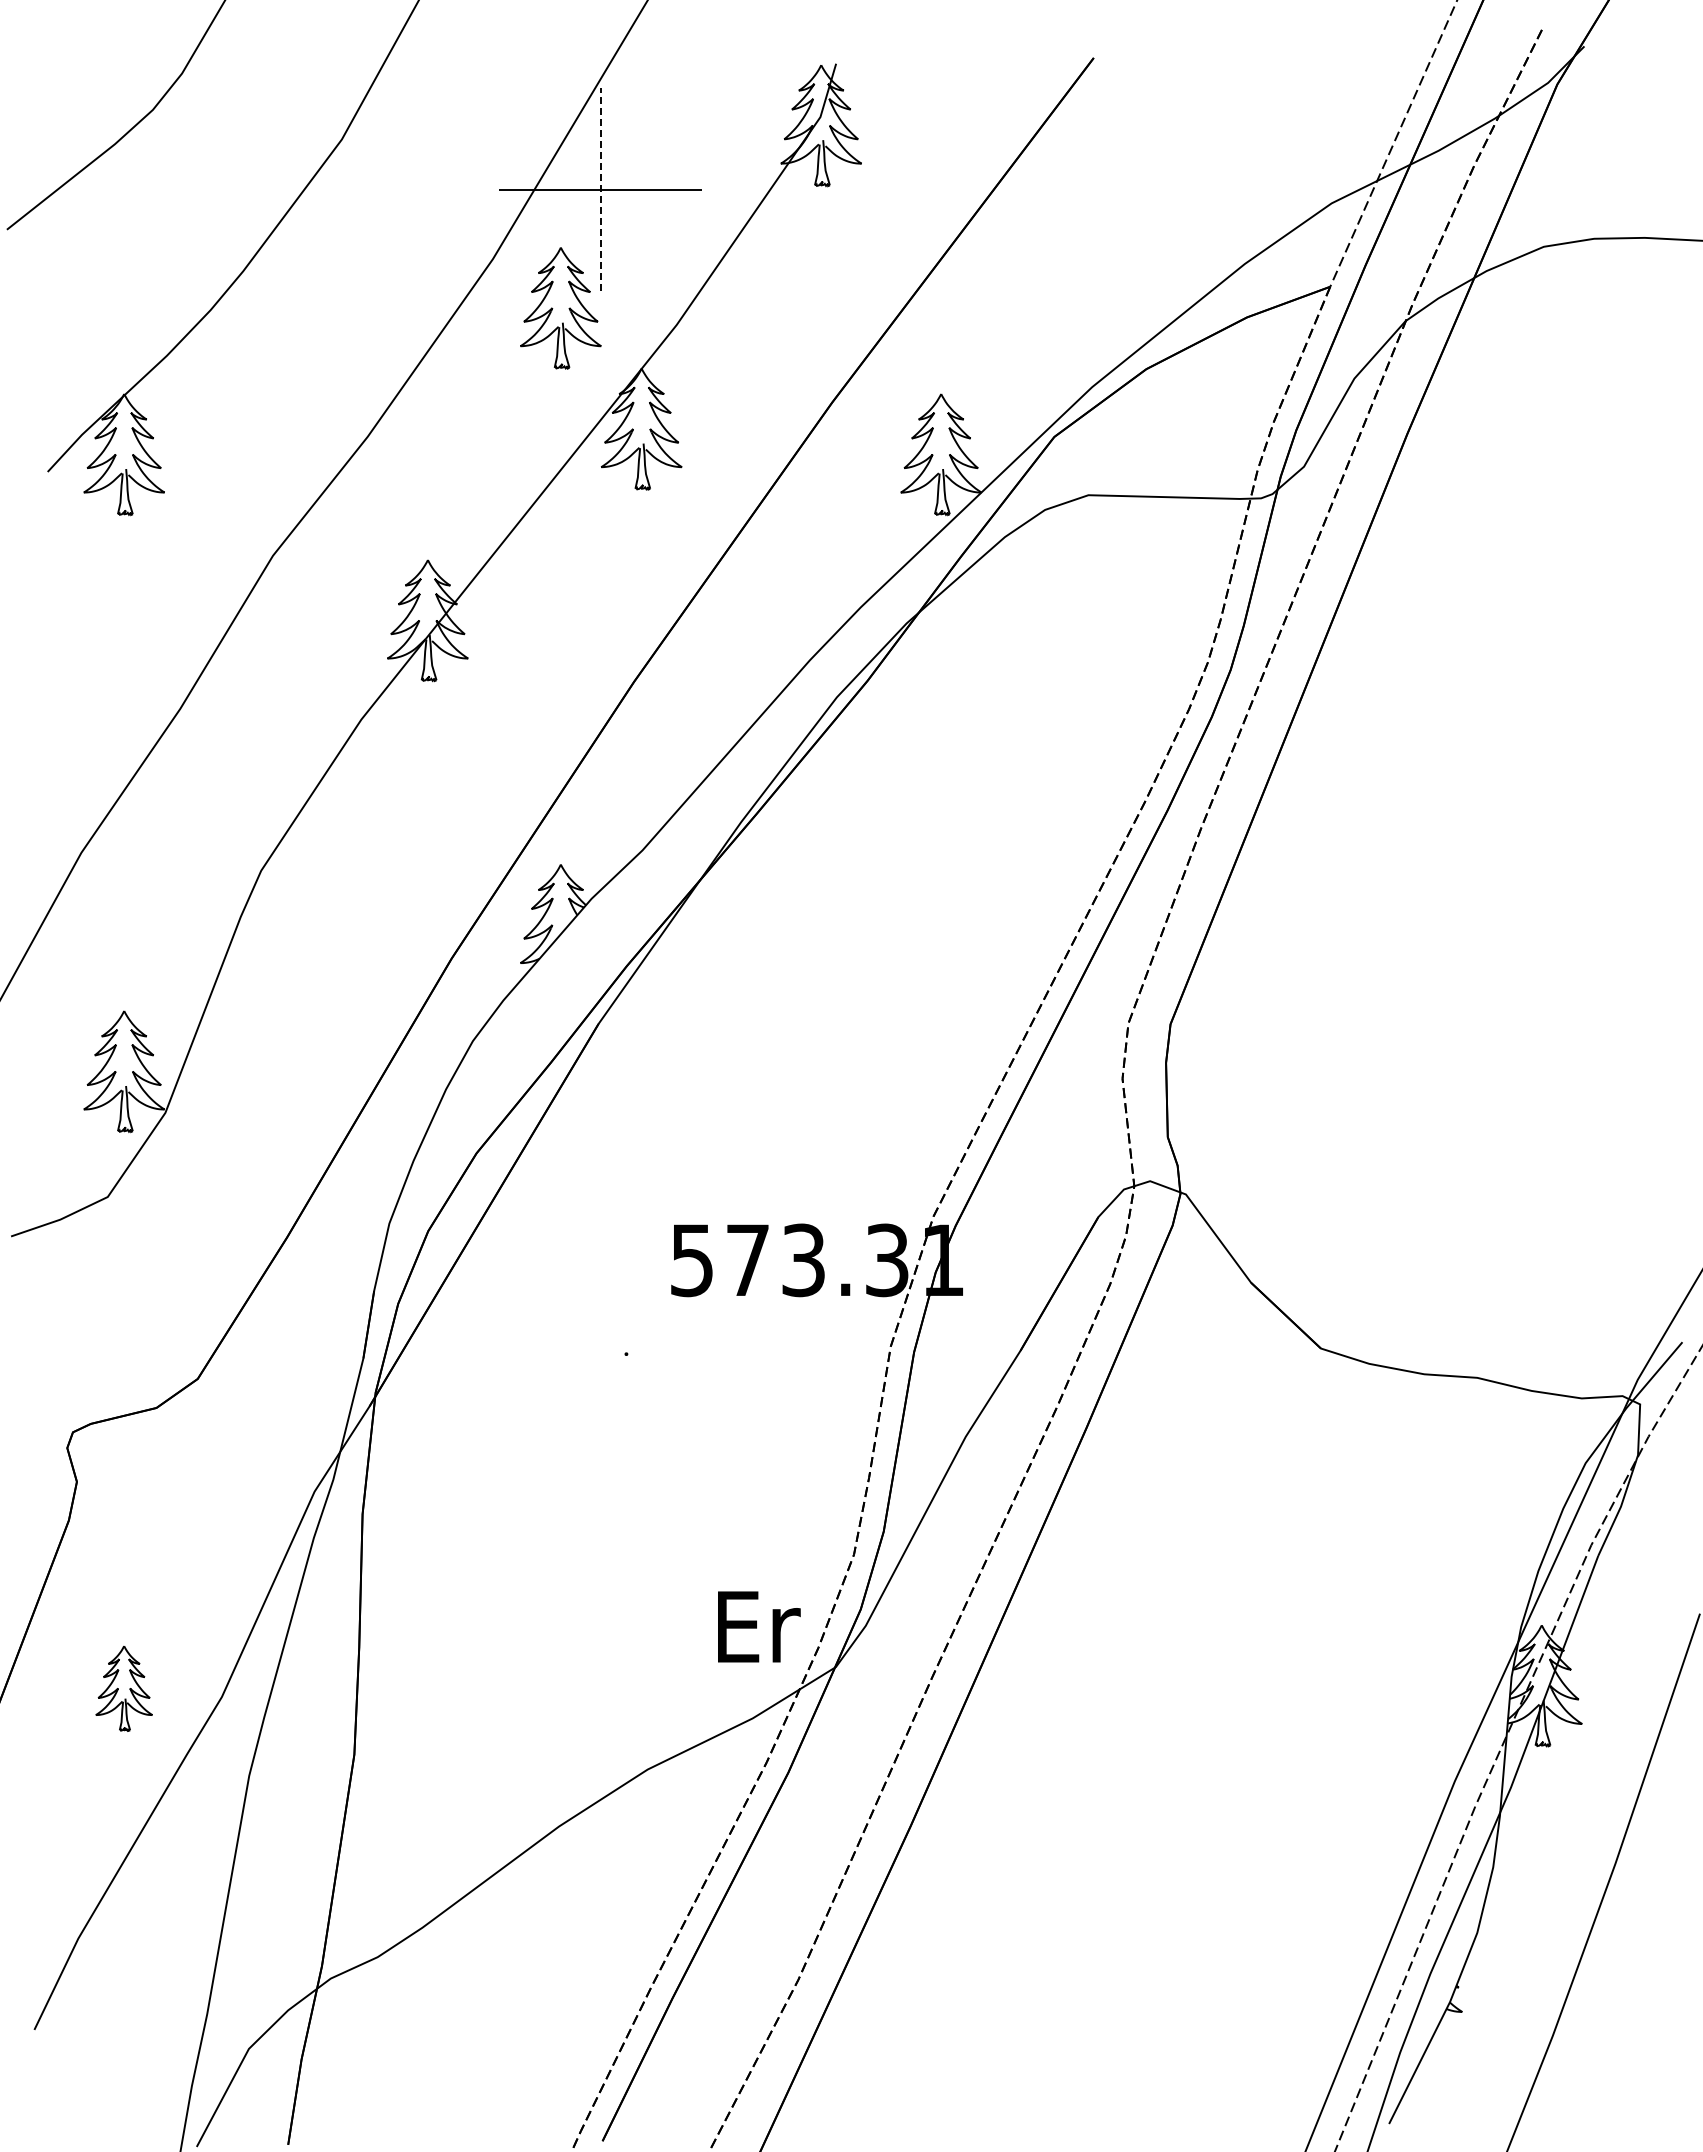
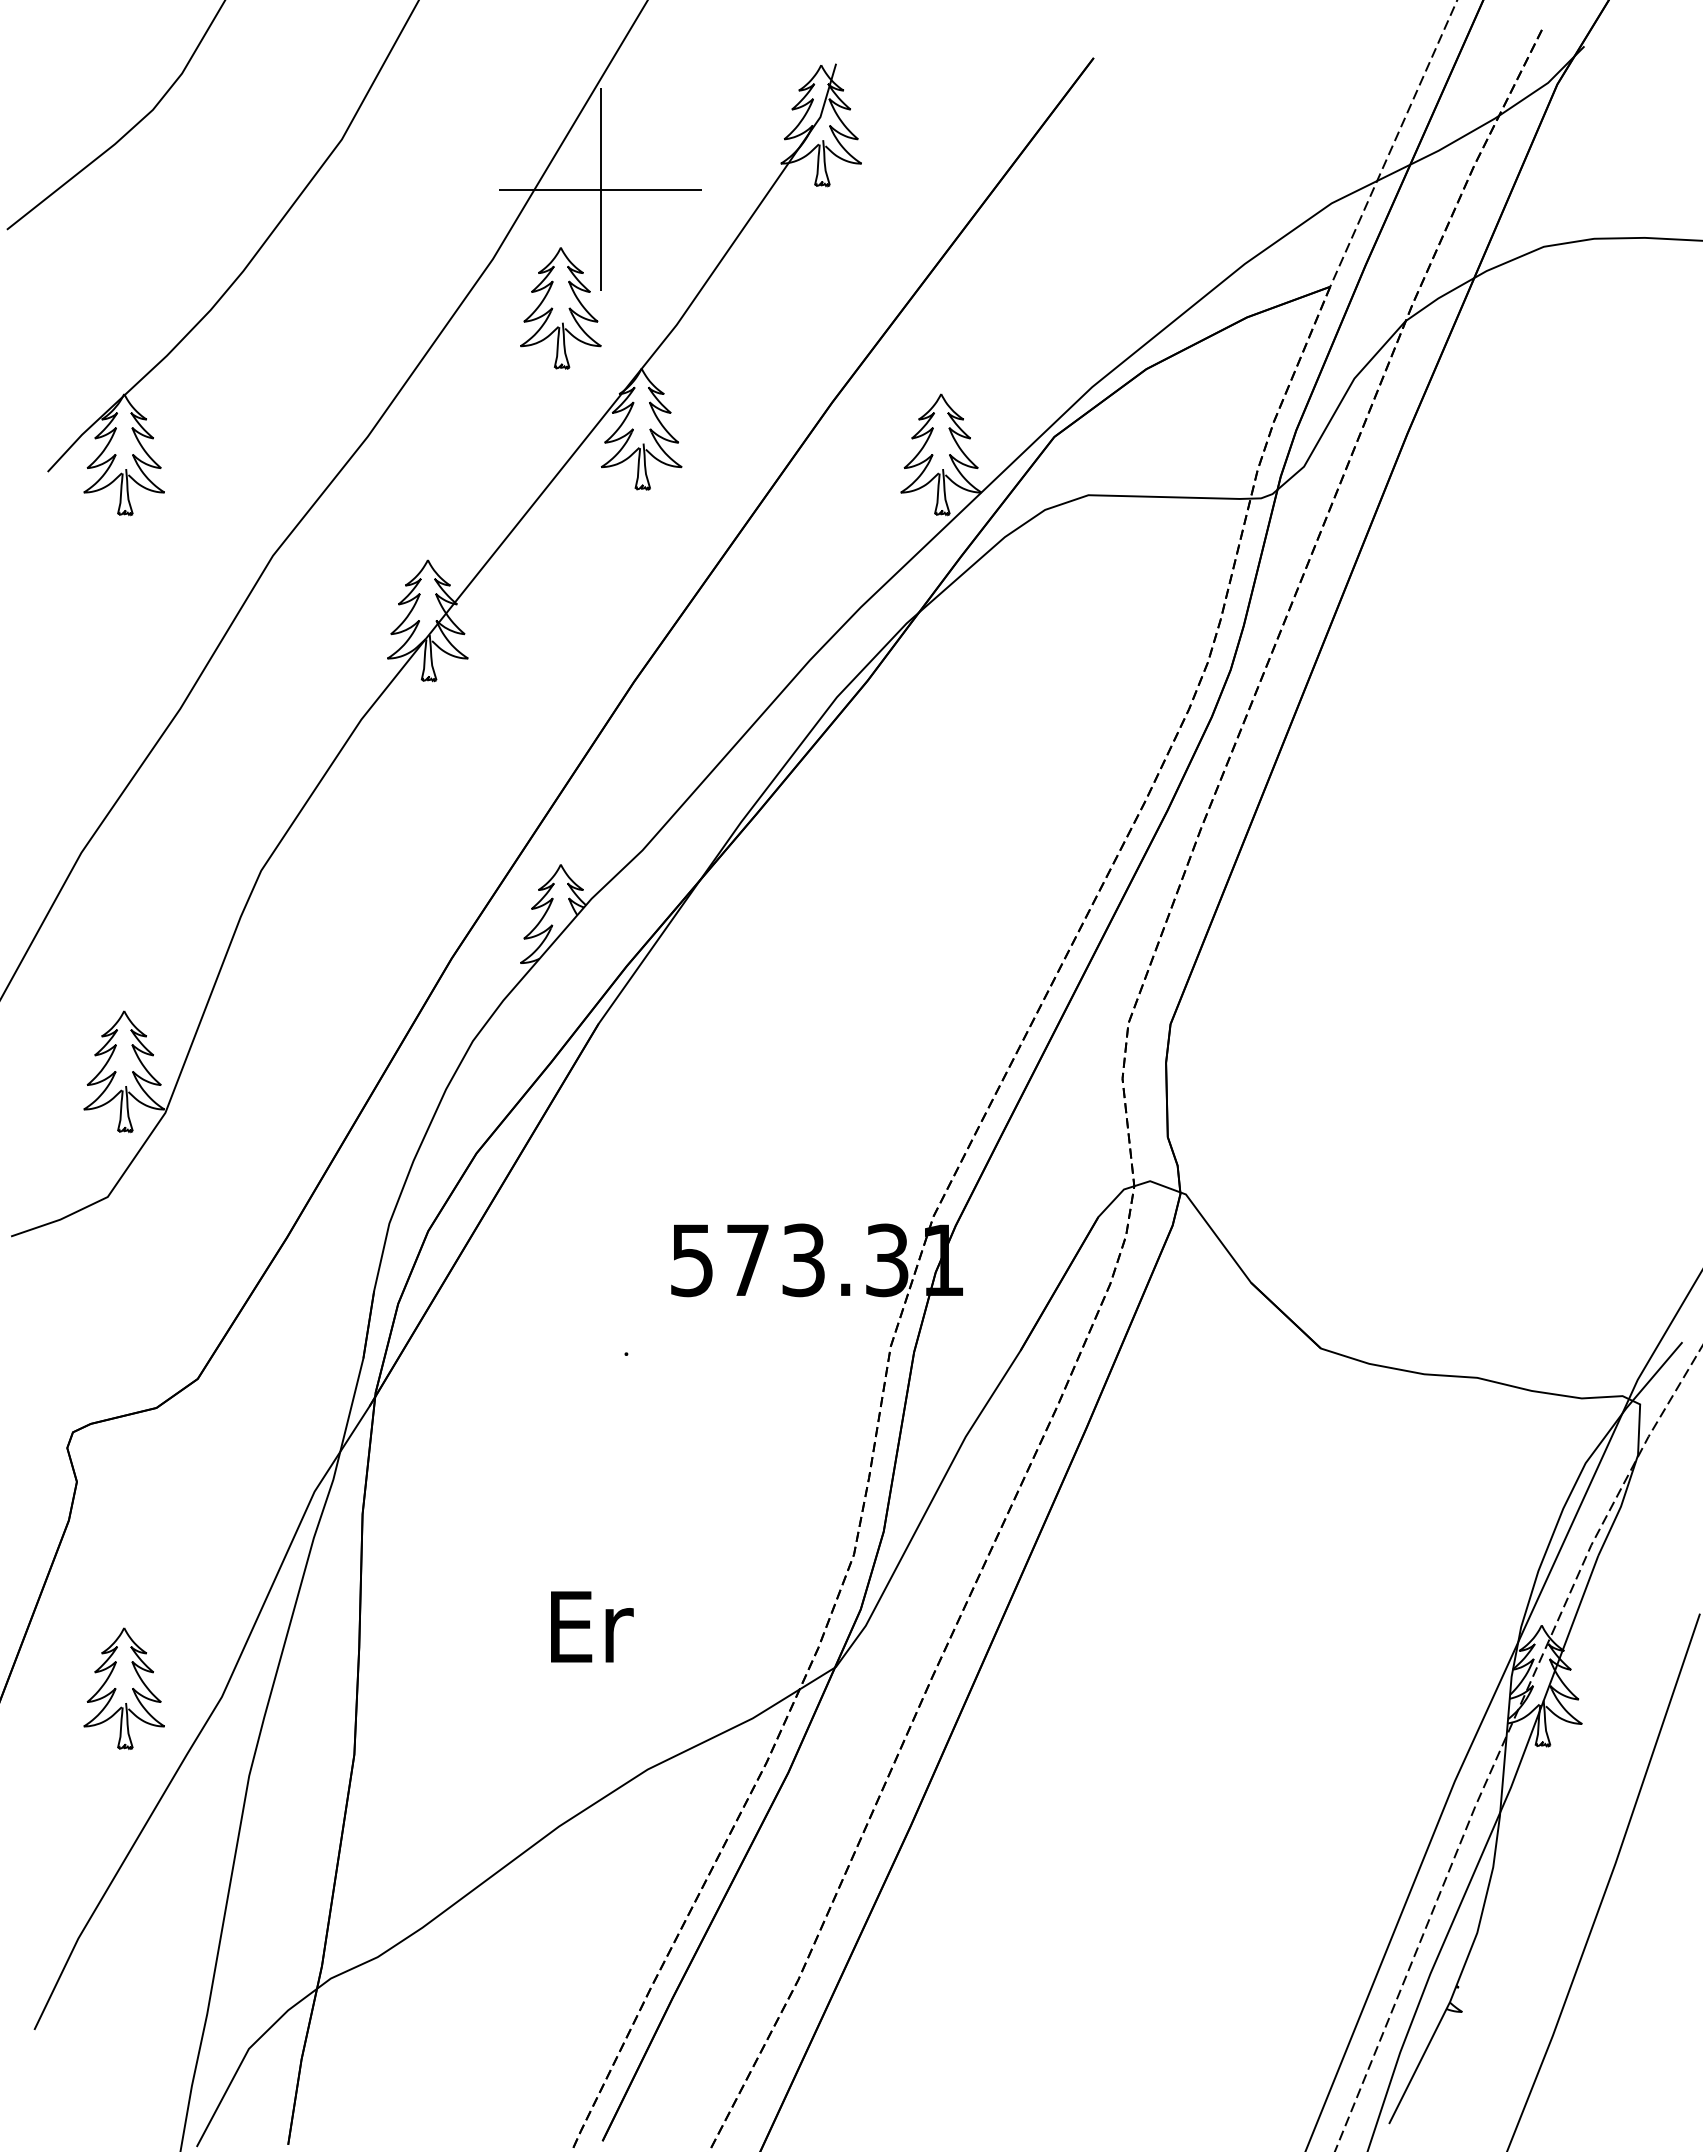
line at (600, 189): dashed -> solid
text at (759, 1626) position: (759, 1626) -> (592, 1626)
part at (123, 1688) size: 58x86 px -> 82x123 px
